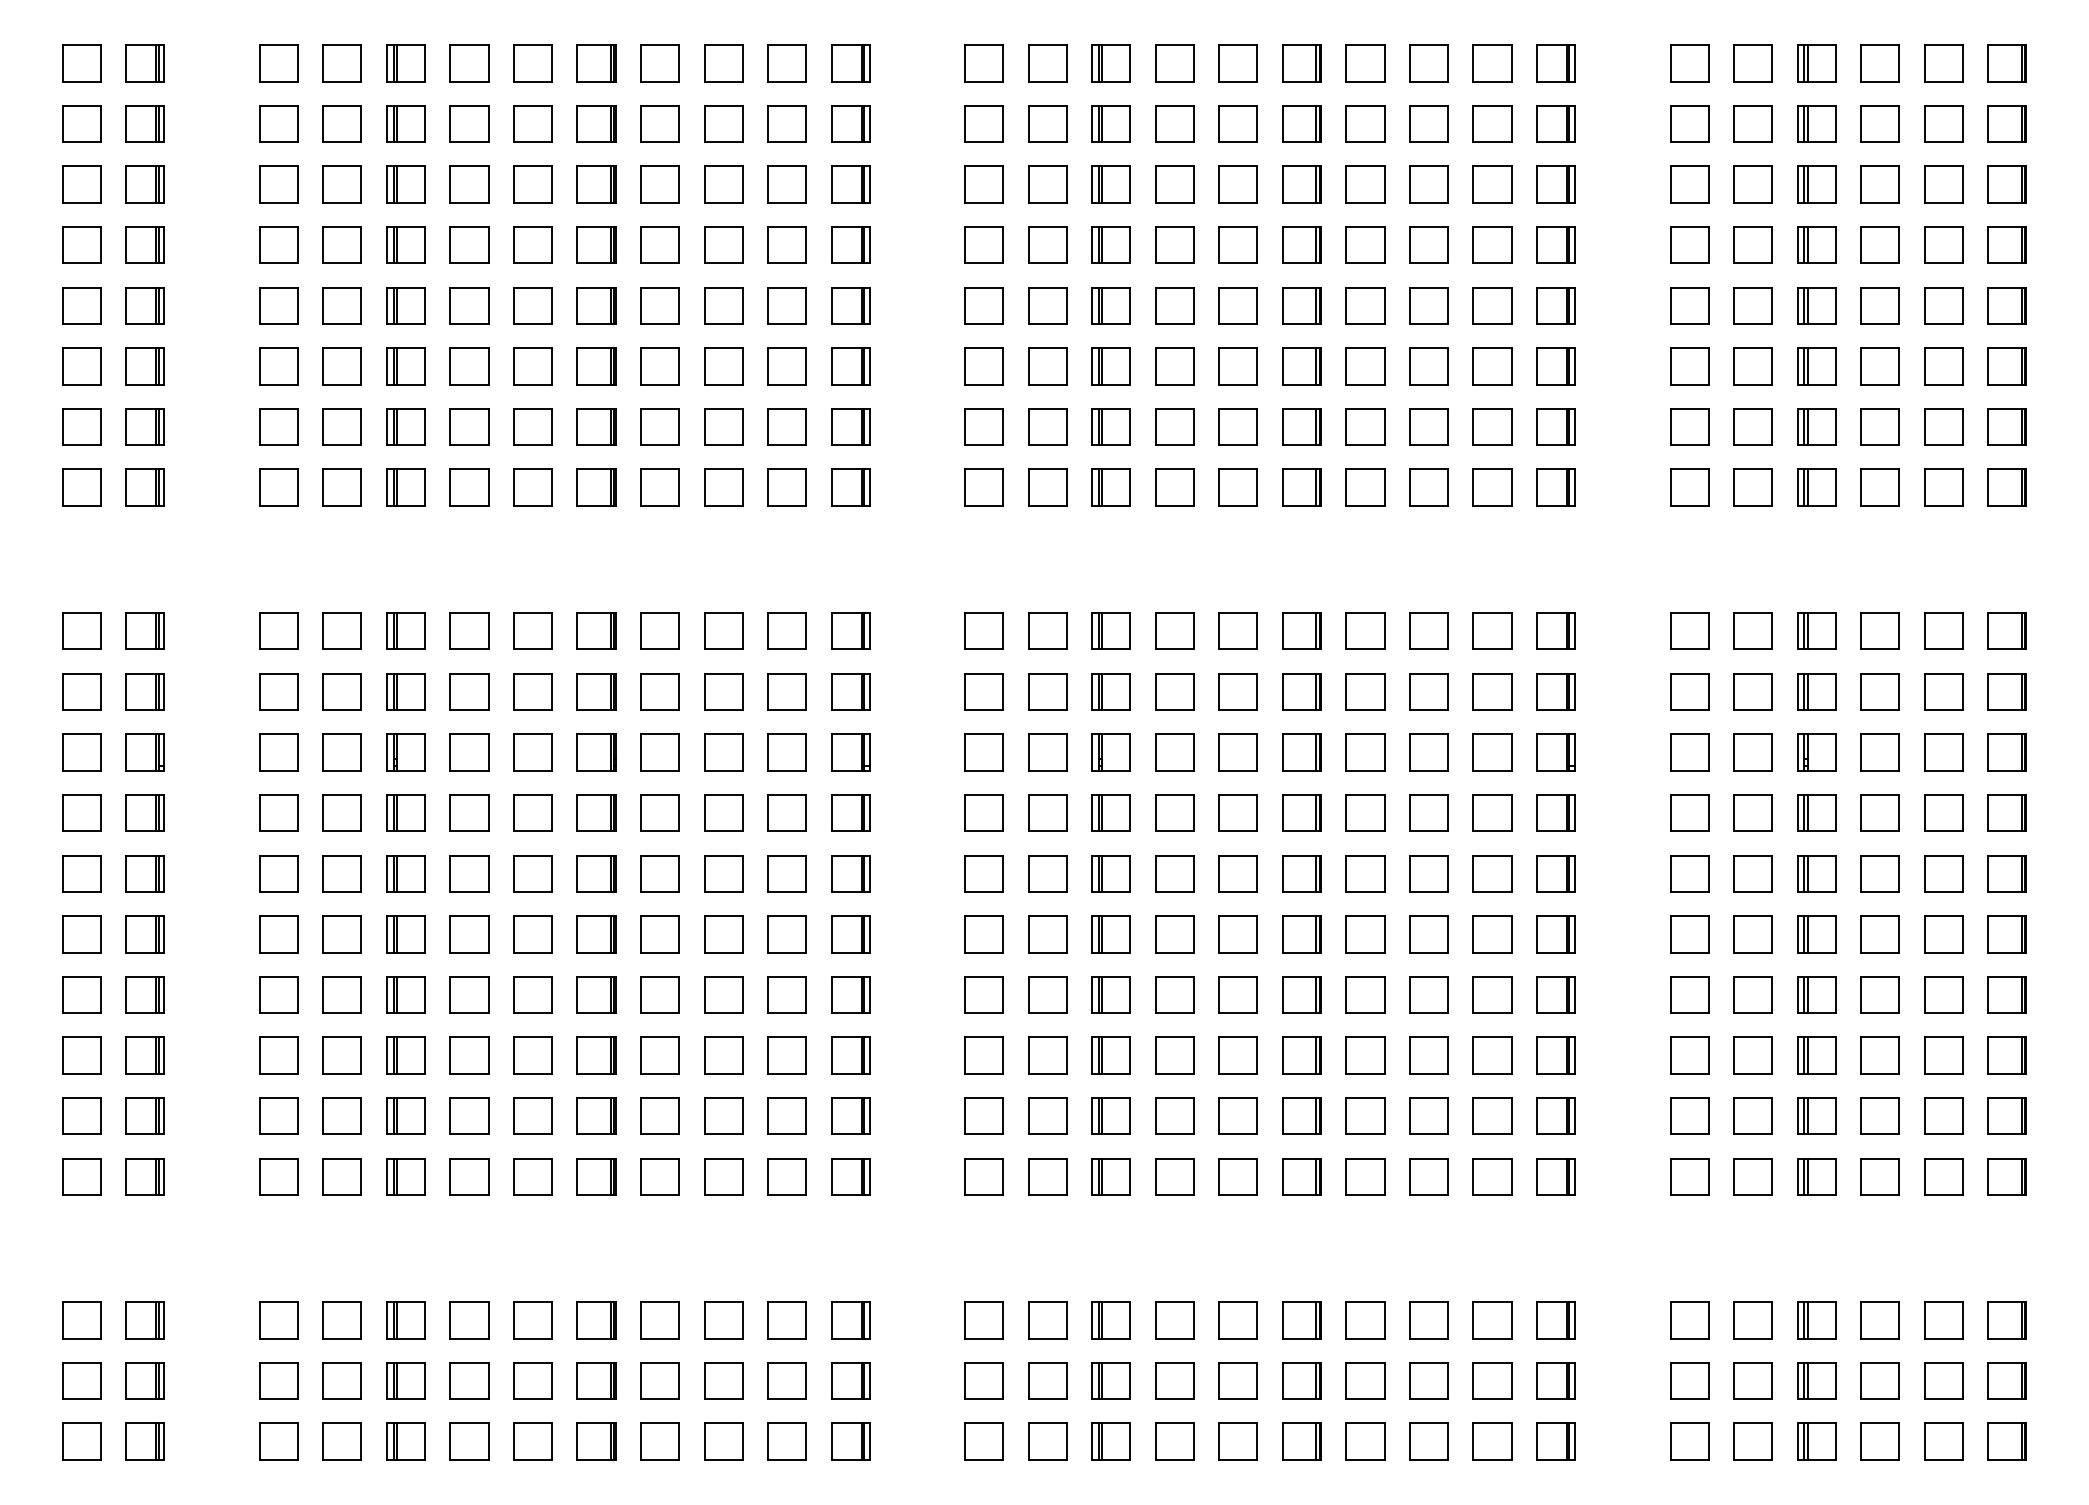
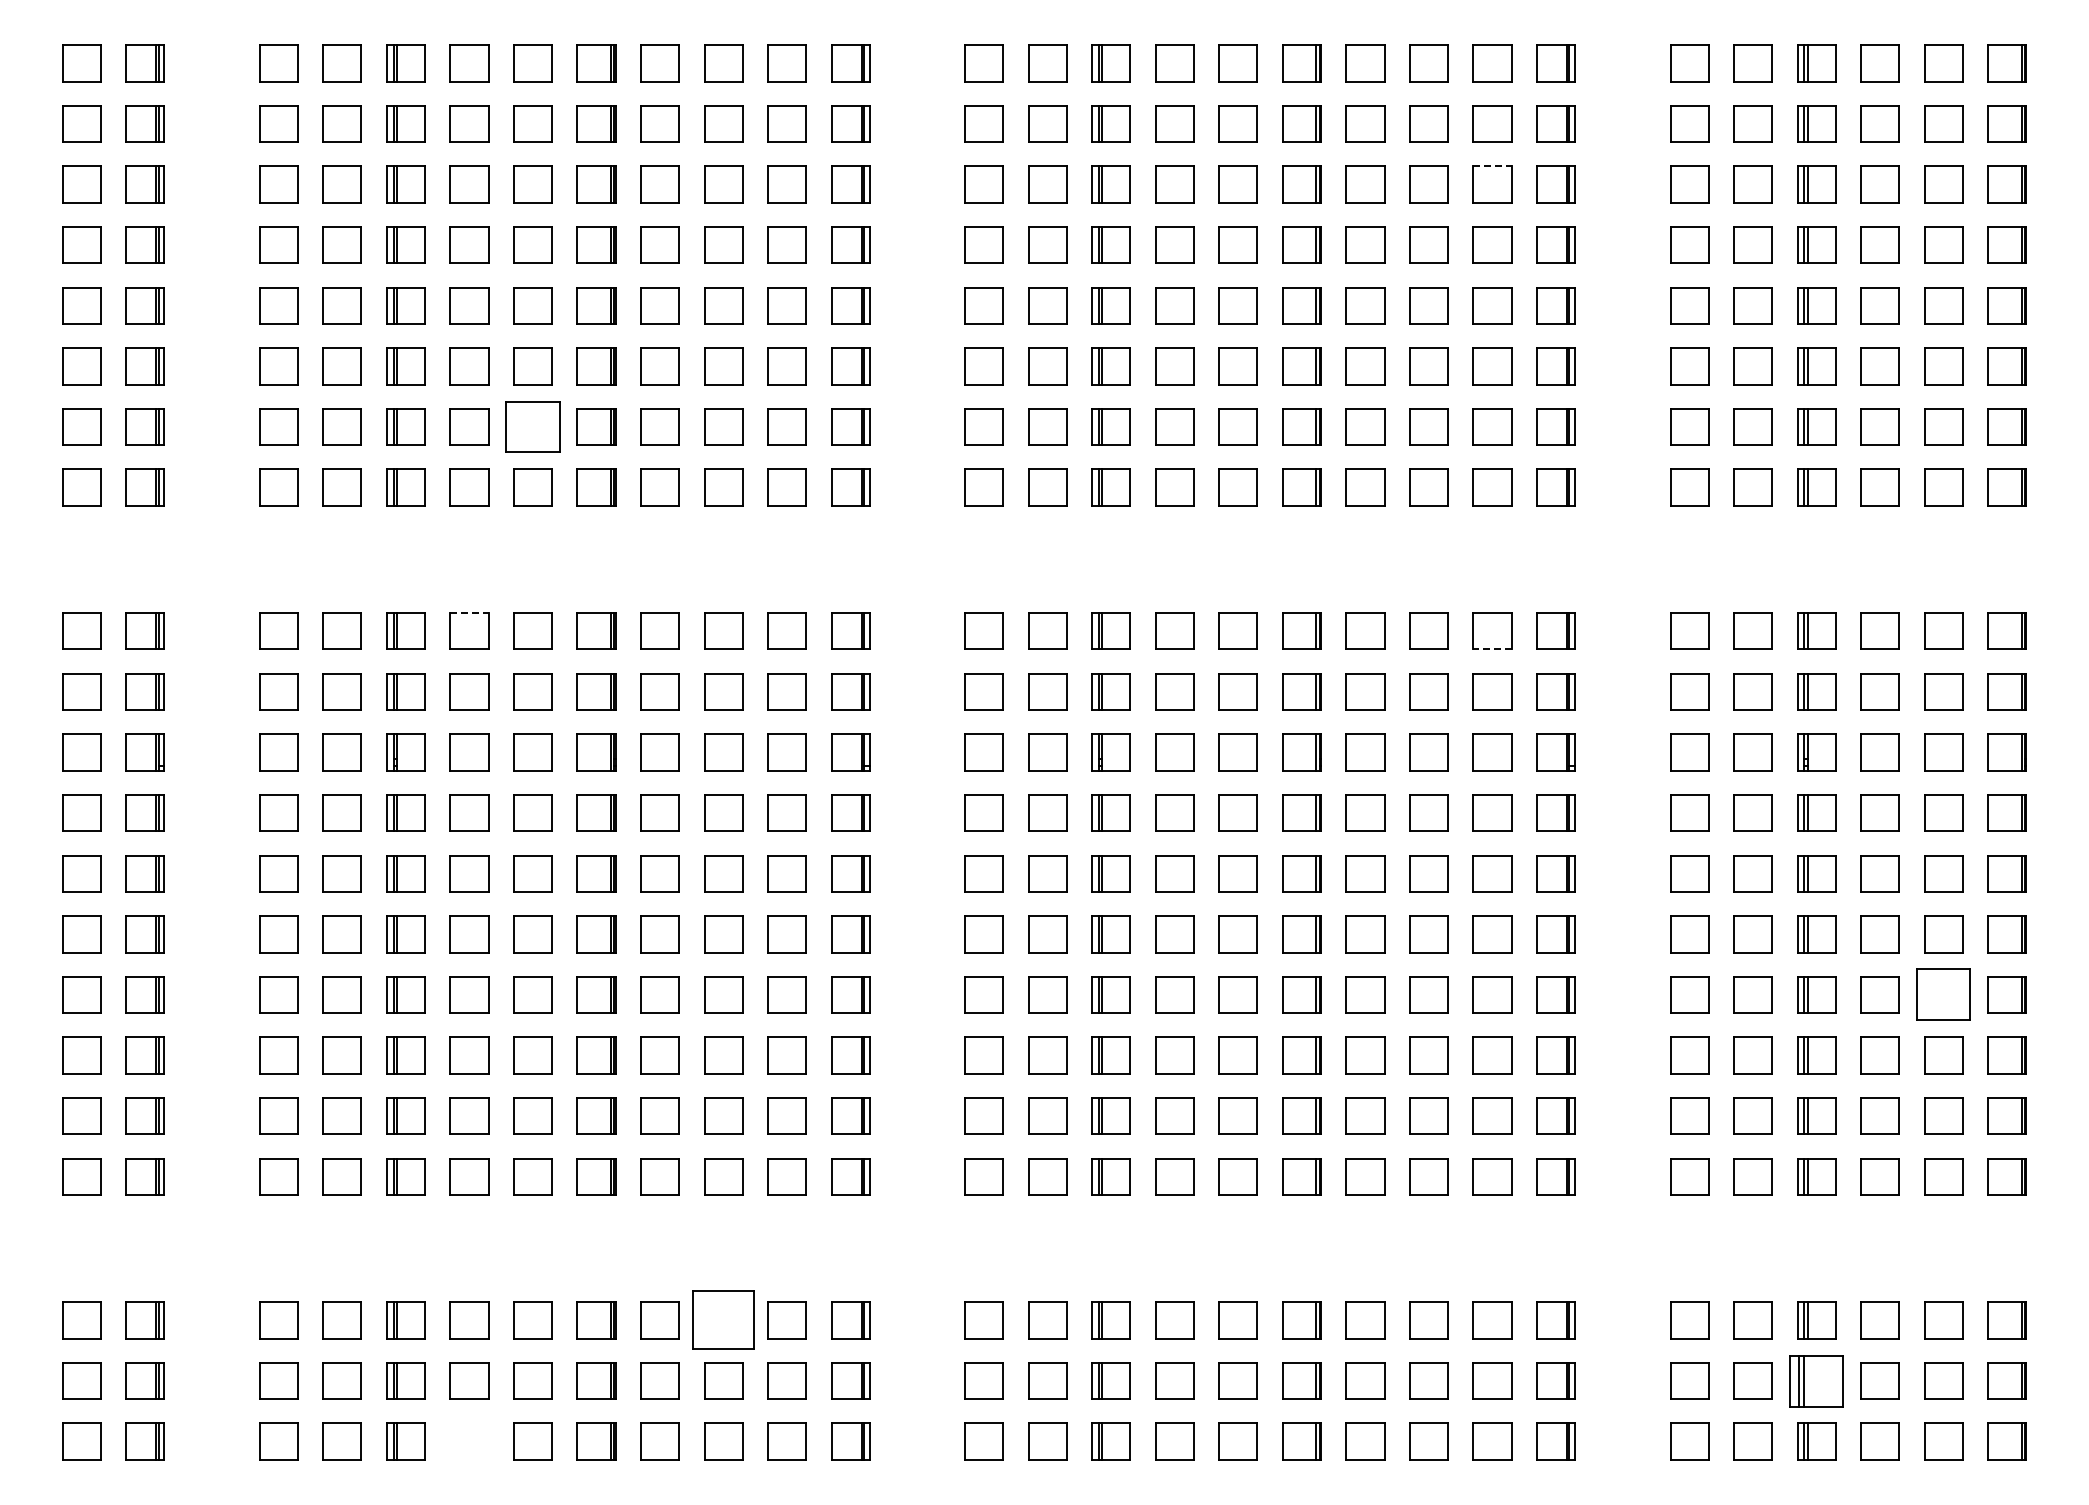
line at (1492, 166): solid -> dashed
part at (532, 426) size: 40x38 px -> 56x52 px
line at (469, 613): solid -> dashed
line at (1492, 649): solid -> dashed
part at (1943, 994) size: 40x38 px -> 55x53 px
part at (723, 1320) size: 40x39 px -> 63x60 px
part at (1816, 1380) size: 40x38 px -> 55x53 px
part at (469, 1441): present -> none
